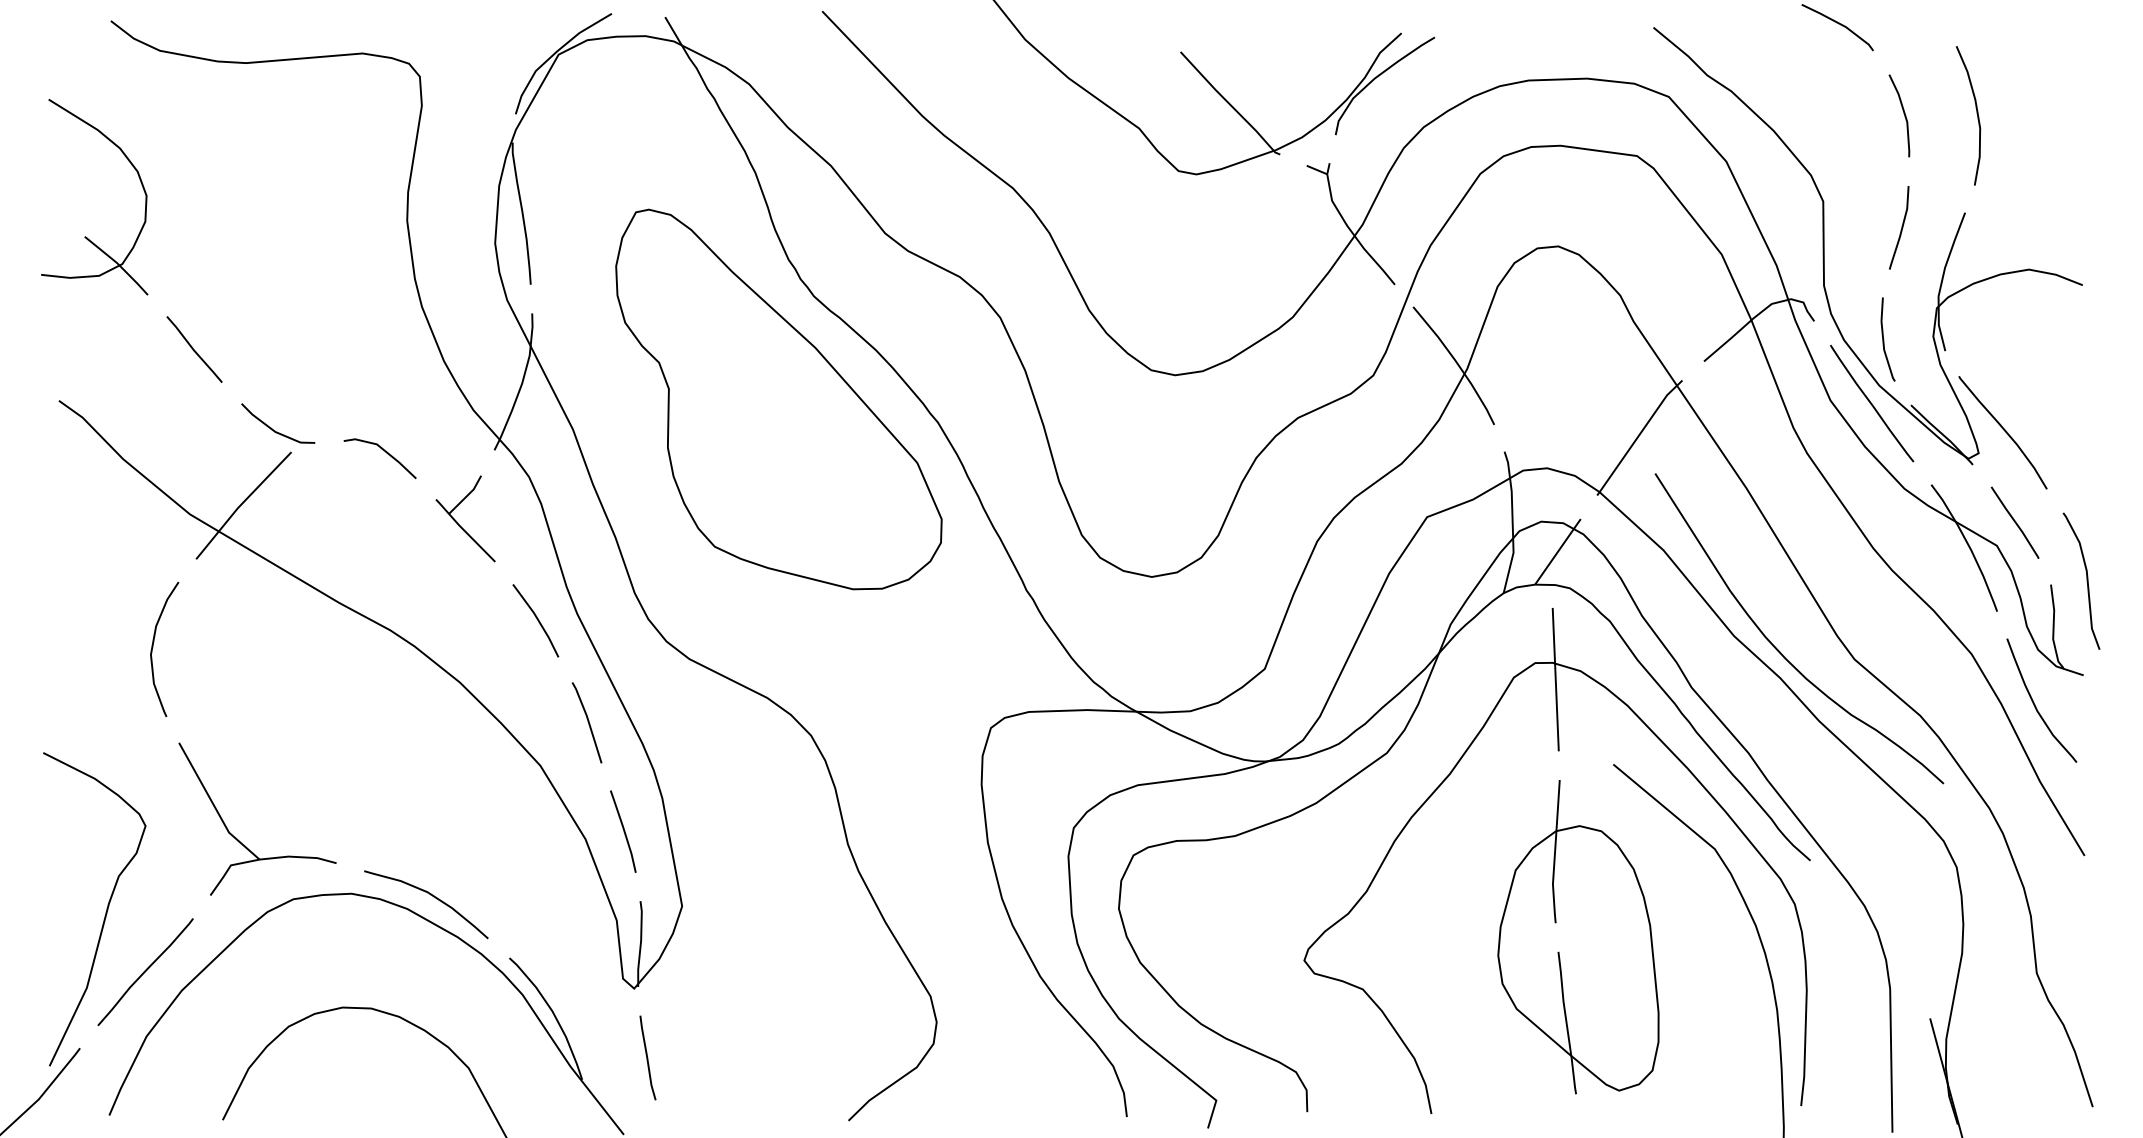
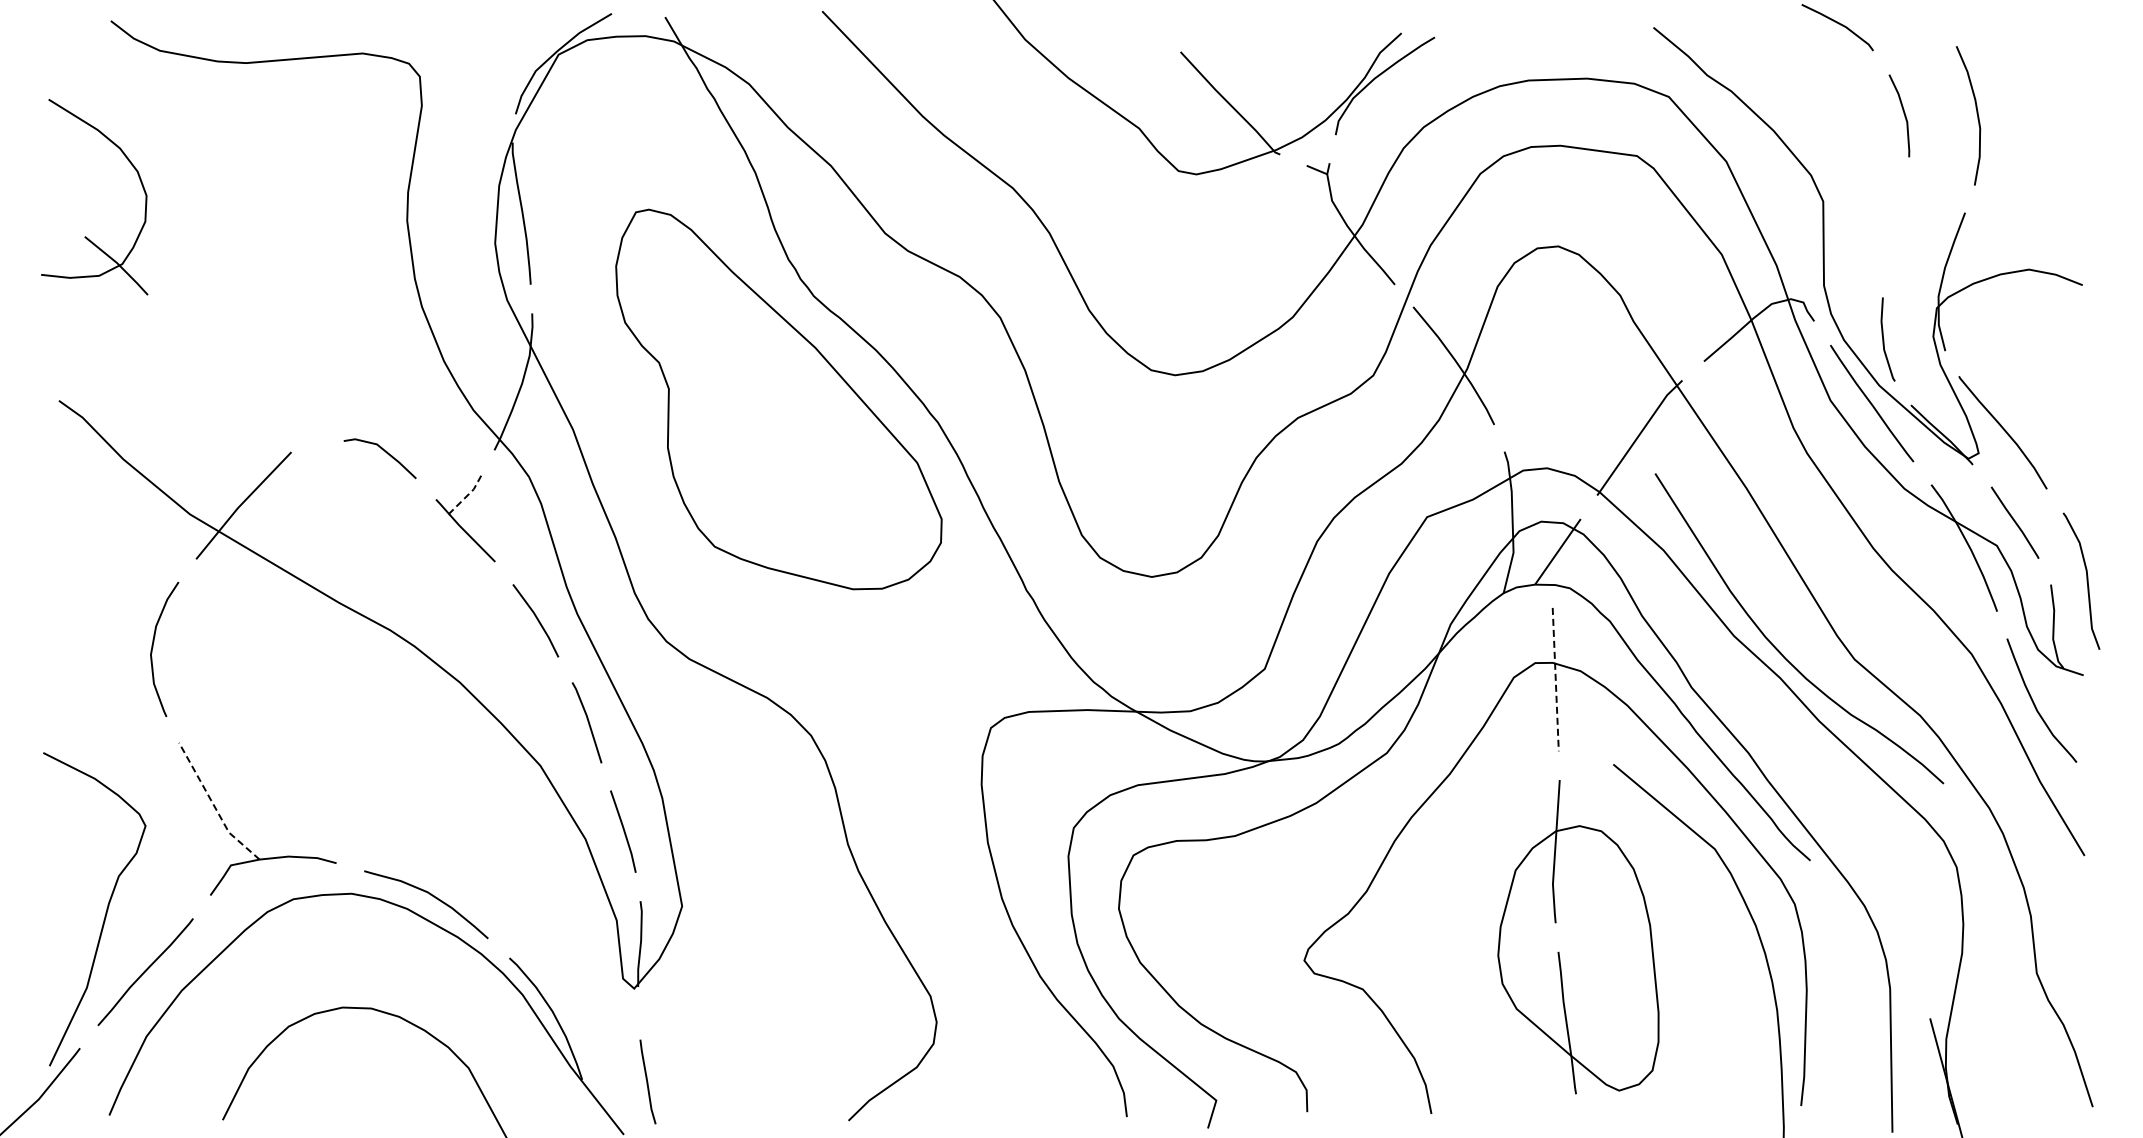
line at (1901, 227): present -> none
line at (194, 349): present -> none
line at (275, 430): present -> none
line at (466, 496): solid -> dashed
line at (1555, 679): solid -> dashed
line at (213, 804): solid -> dashed
line at (647, 1057) position: (647, 1057) -> (647, 1081)
